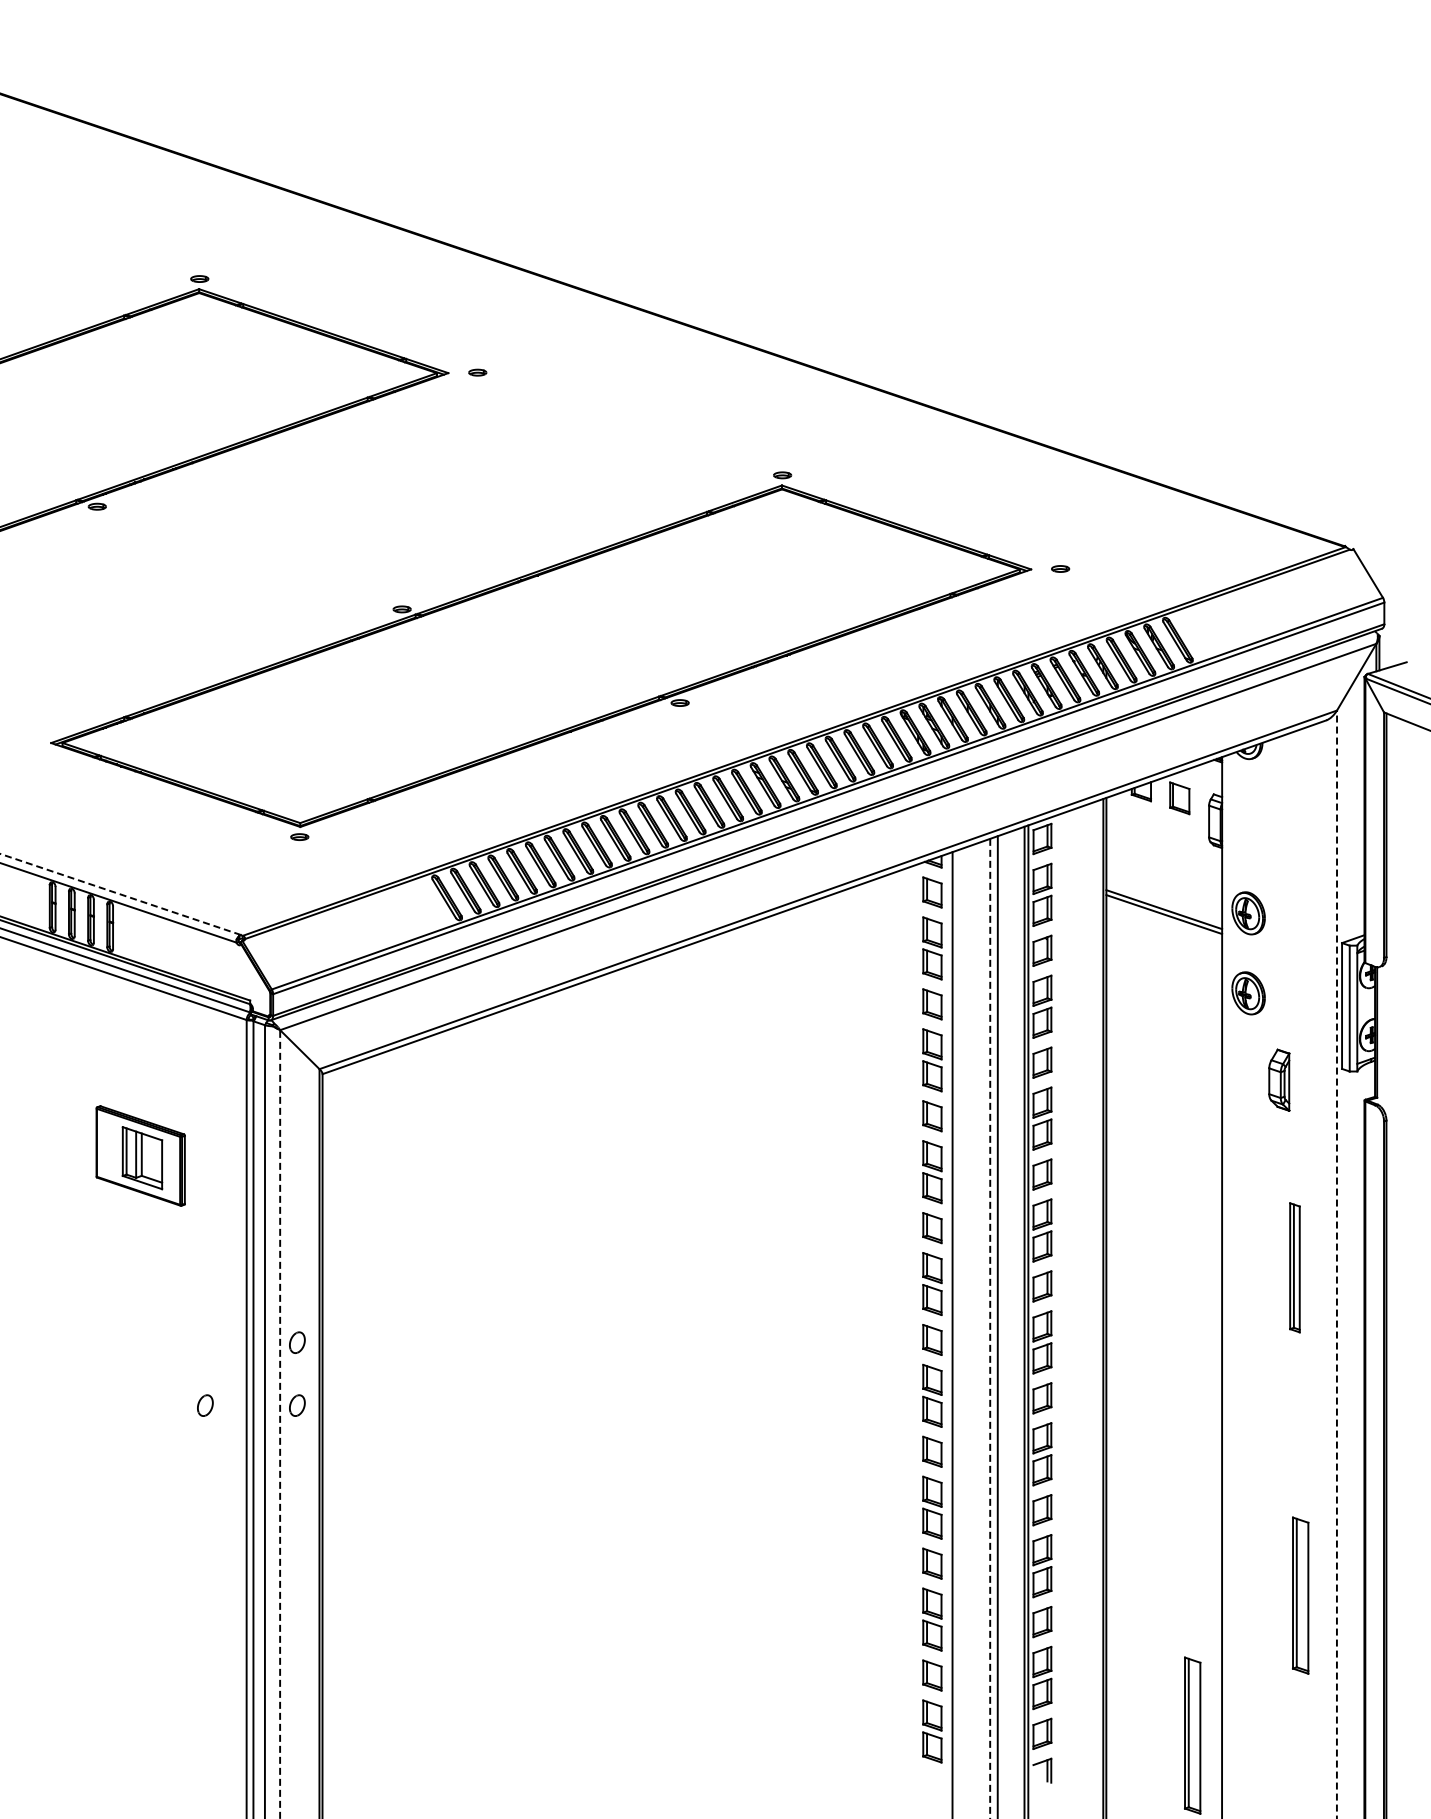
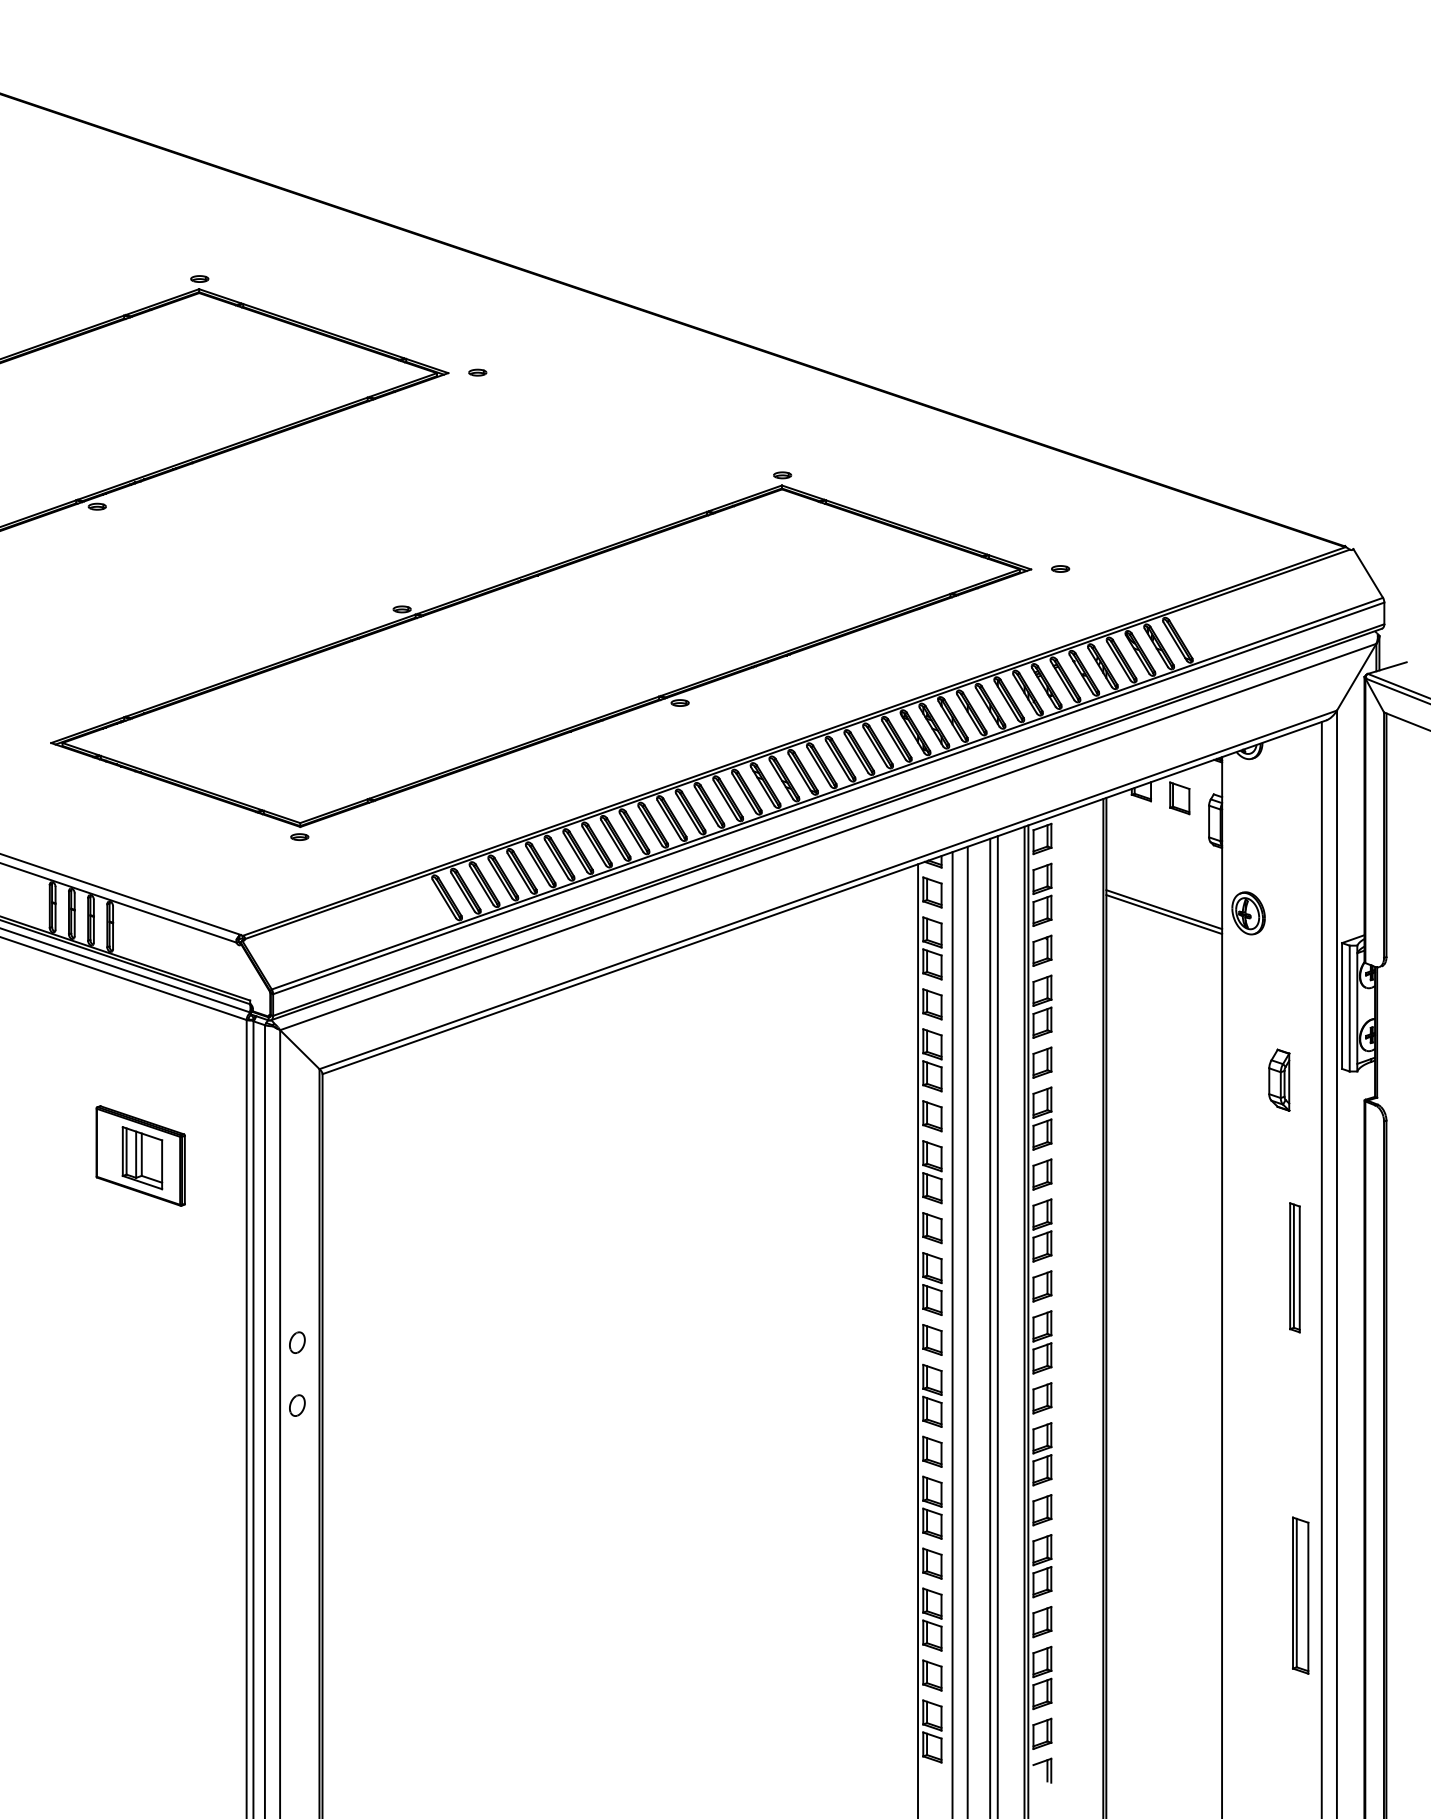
line at (120, 894): dashed -> solid
part at (1248, 993): present -> none
line at (1336, 1264): dashed -> solid
line at (1321, 1268): none -> present
line at (990, 1328): dashed -> solid
line at (967, 1330): none -> present
line at (918, 1339): none -> present
part at (205, 1405): present -> none
line at (280, 1424): dashed -> solid
part at (1192, 1735): present -> none
